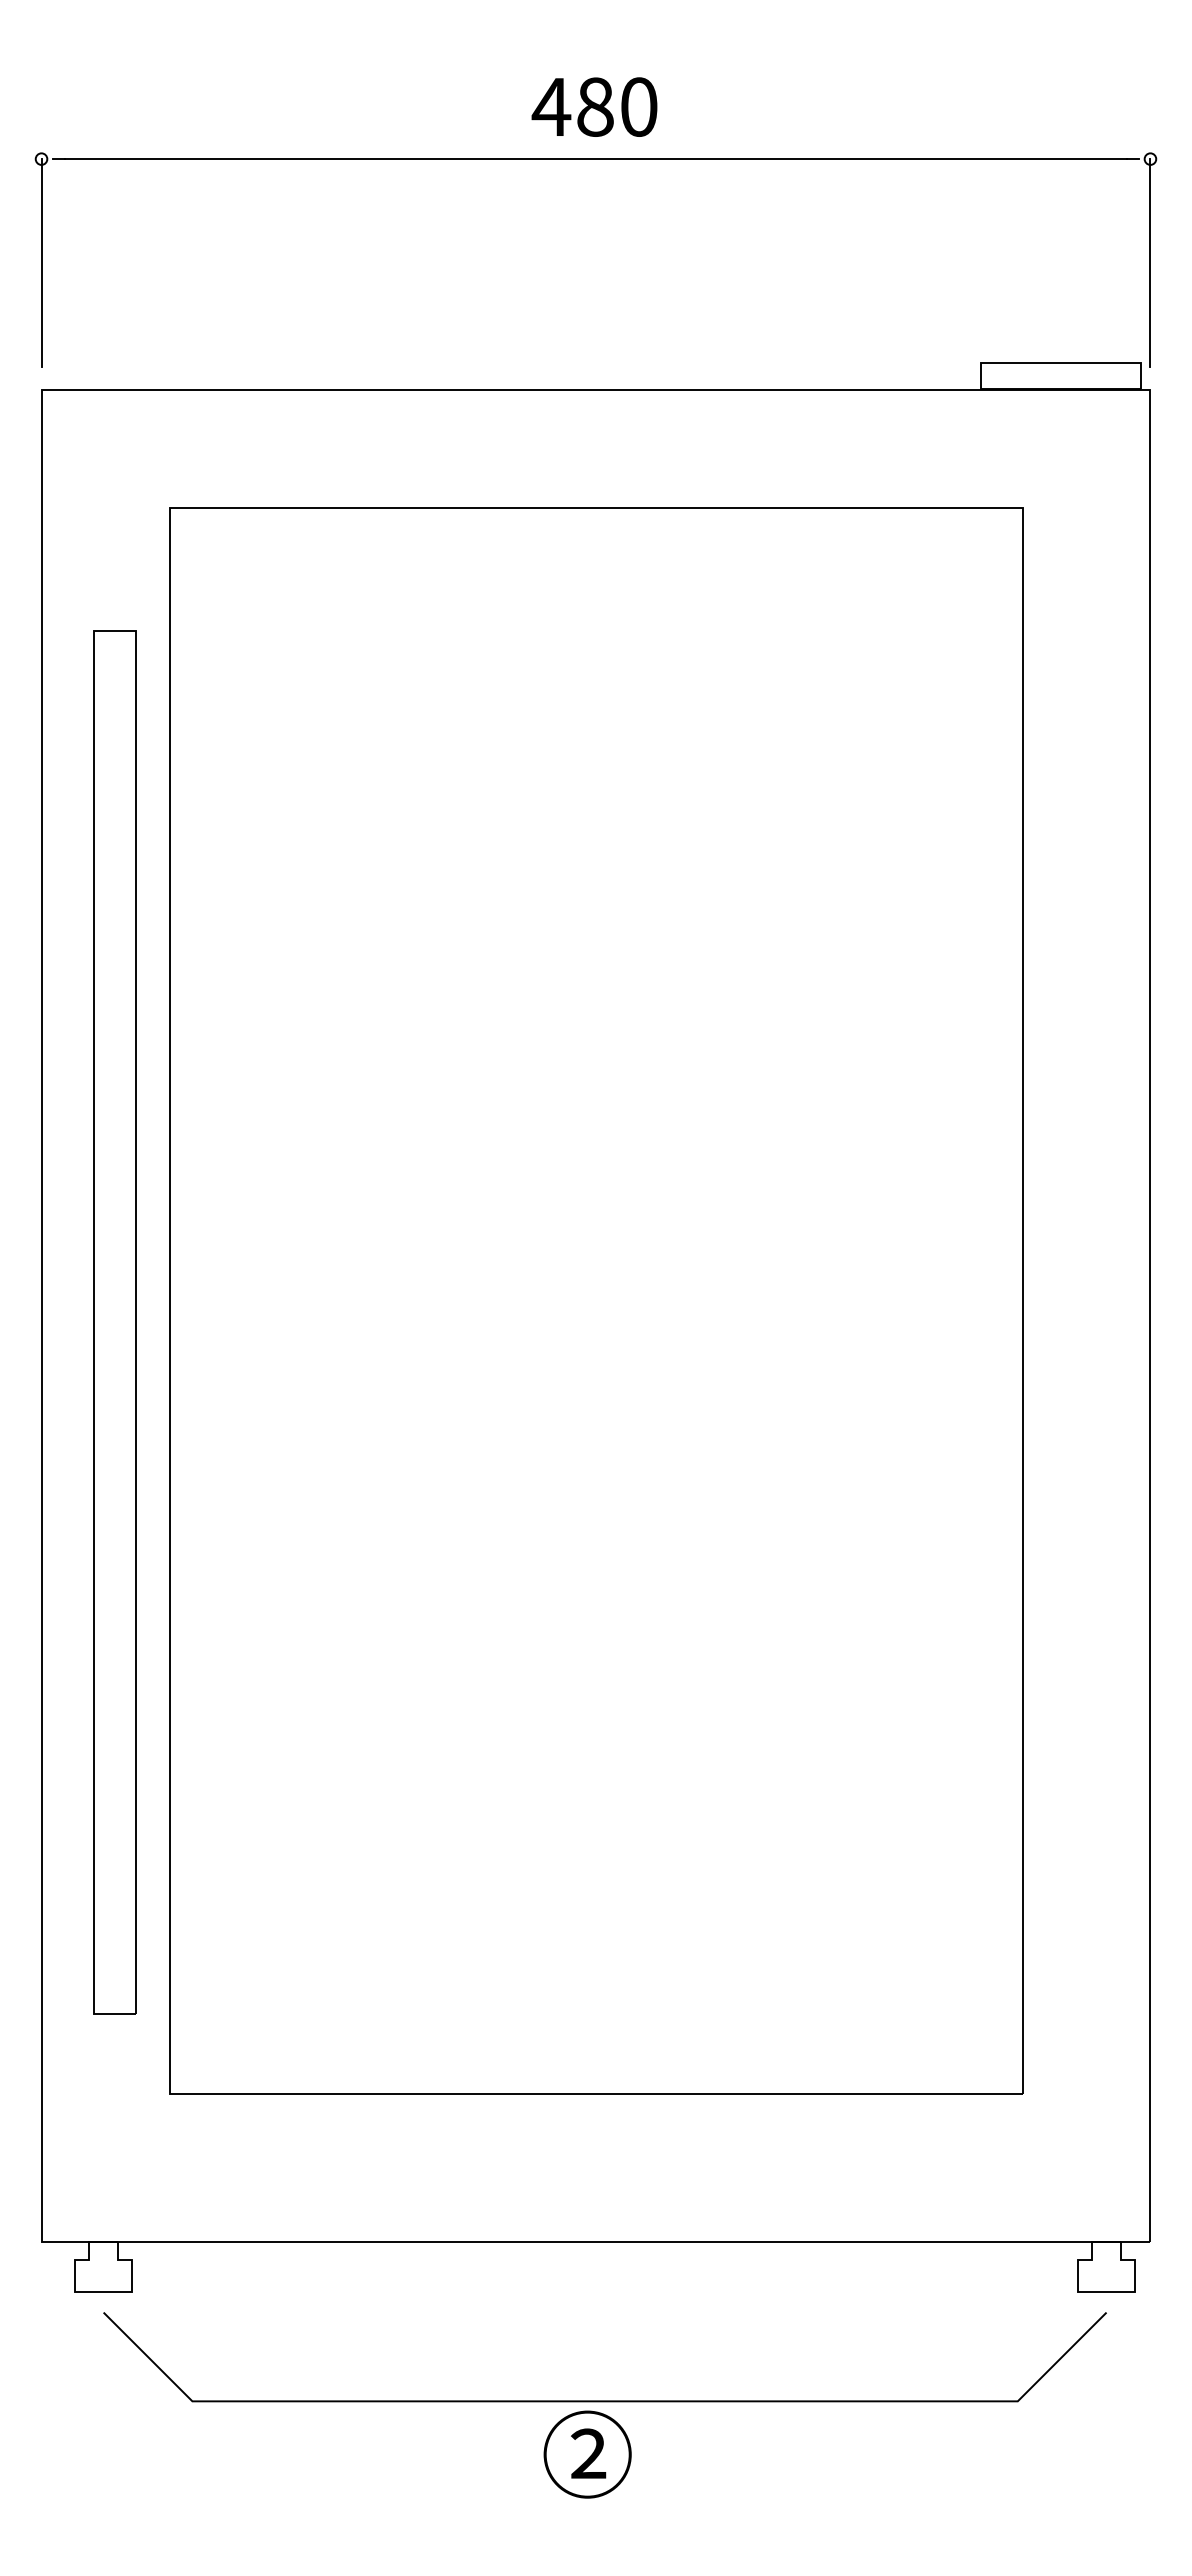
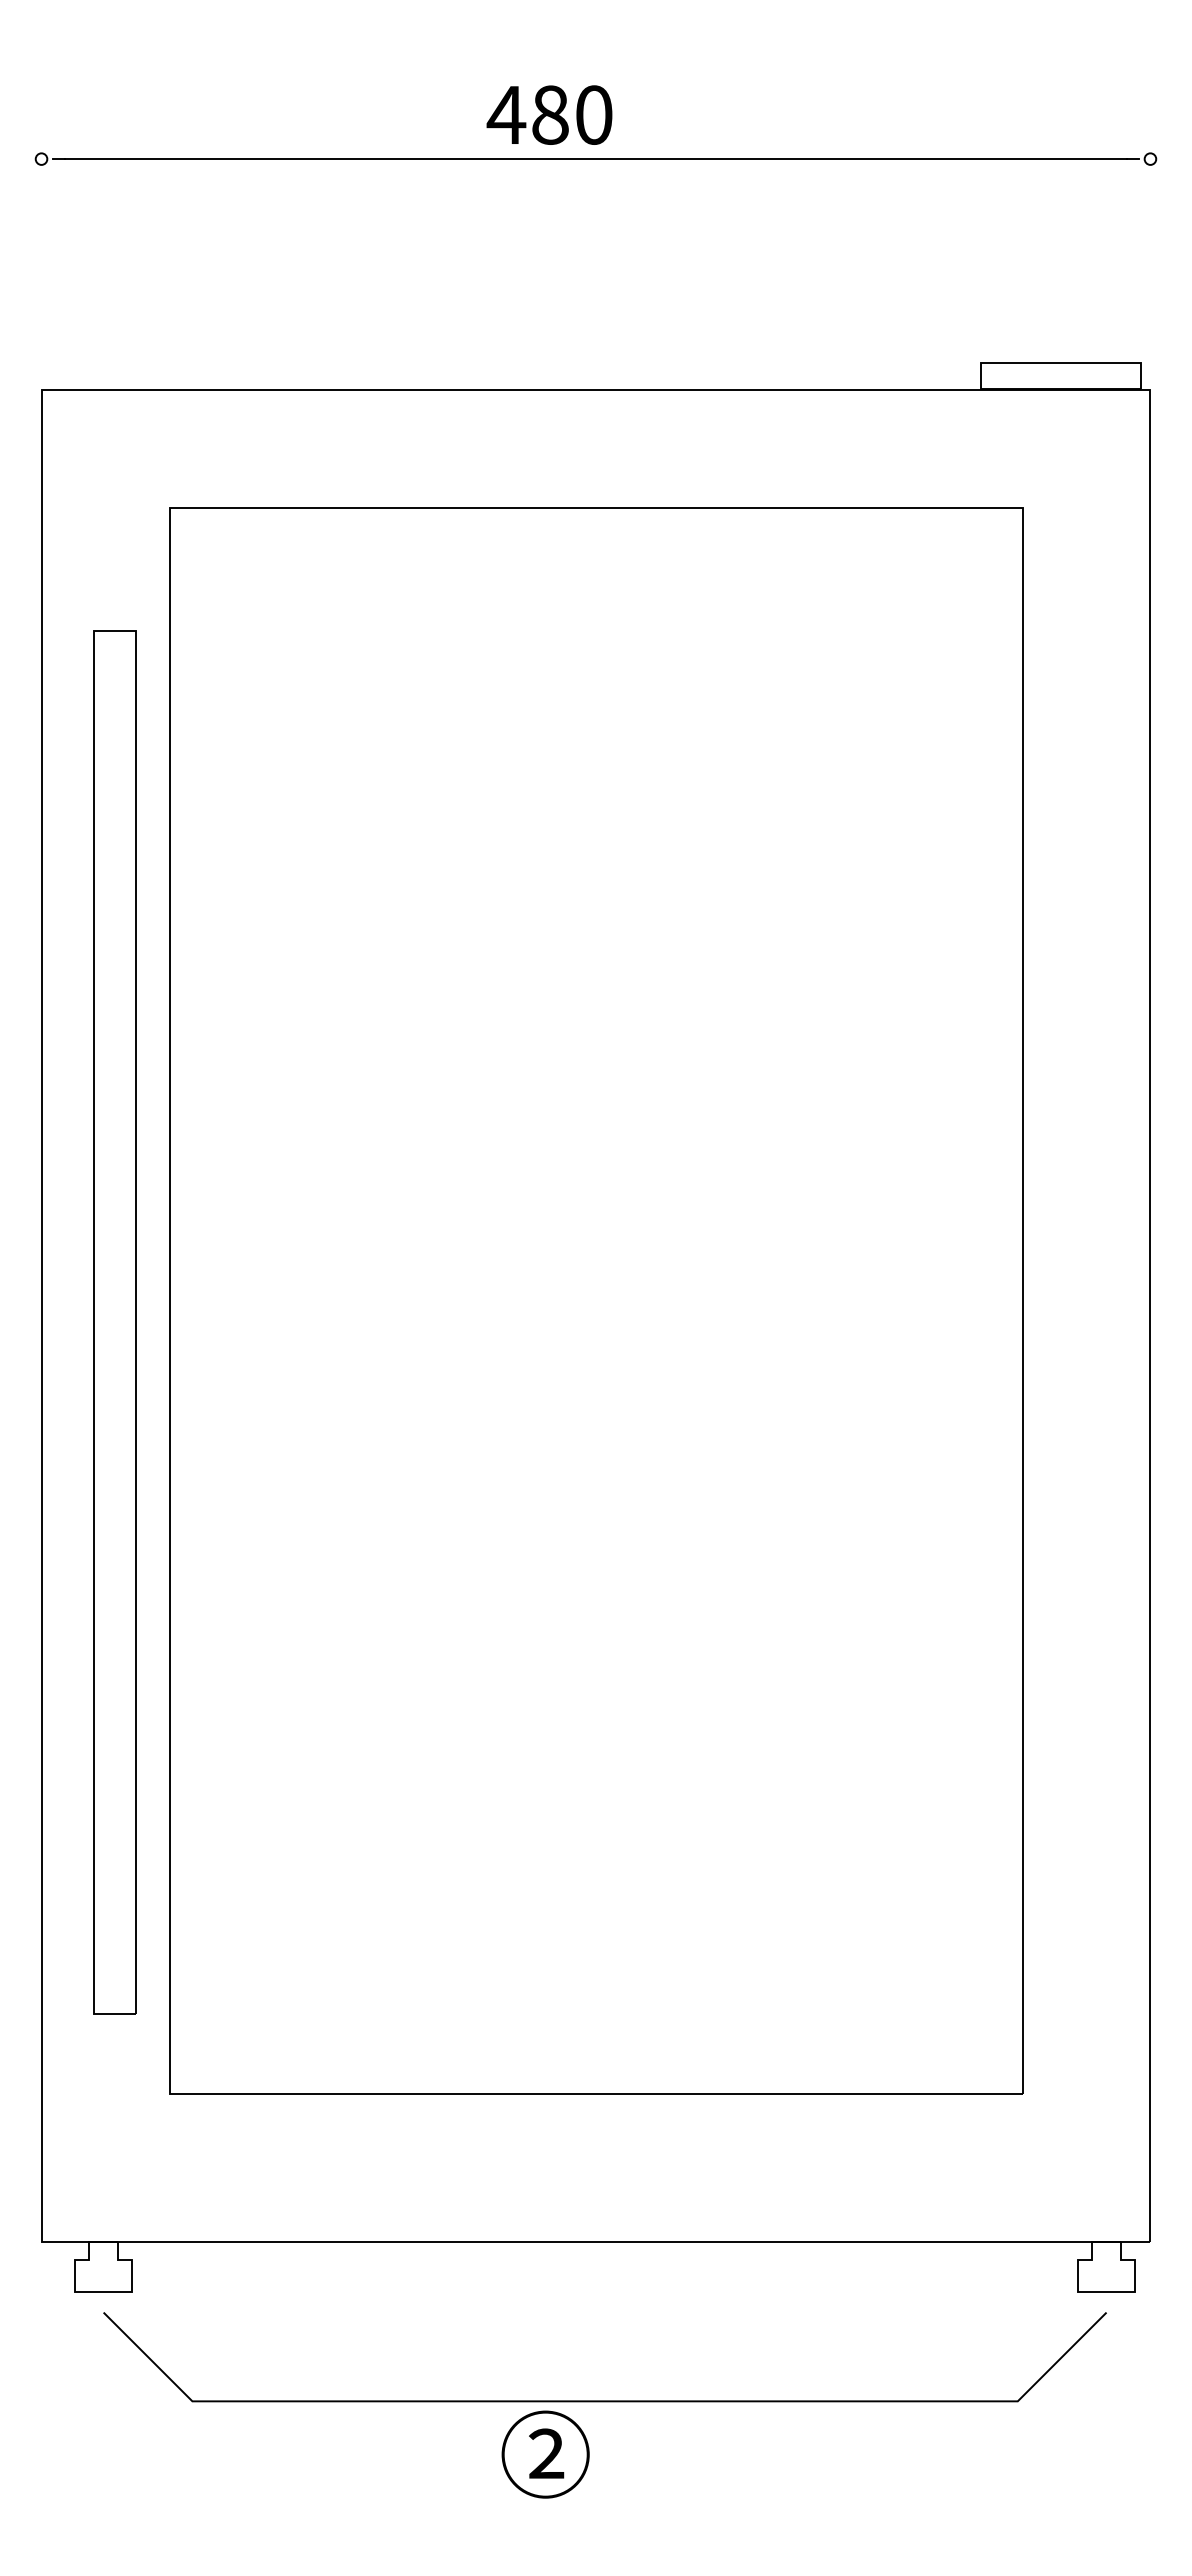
text at (594, 106) position: (594, 106) -> (549, 114)
line at (41, 263): present -> none
line at (1150, 263): present -> none
text at (587, 2454) position: (587, 2454) -> (545, 2454)
